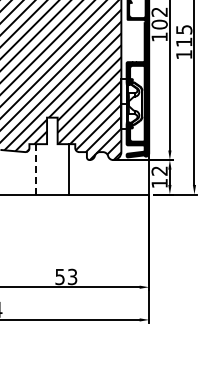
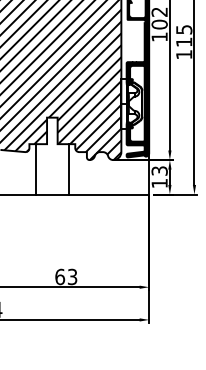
line at (36, 169): dashed -> solid
text at (159, 170): 12 -> 13
text at (60, 276): 53 -> 63
